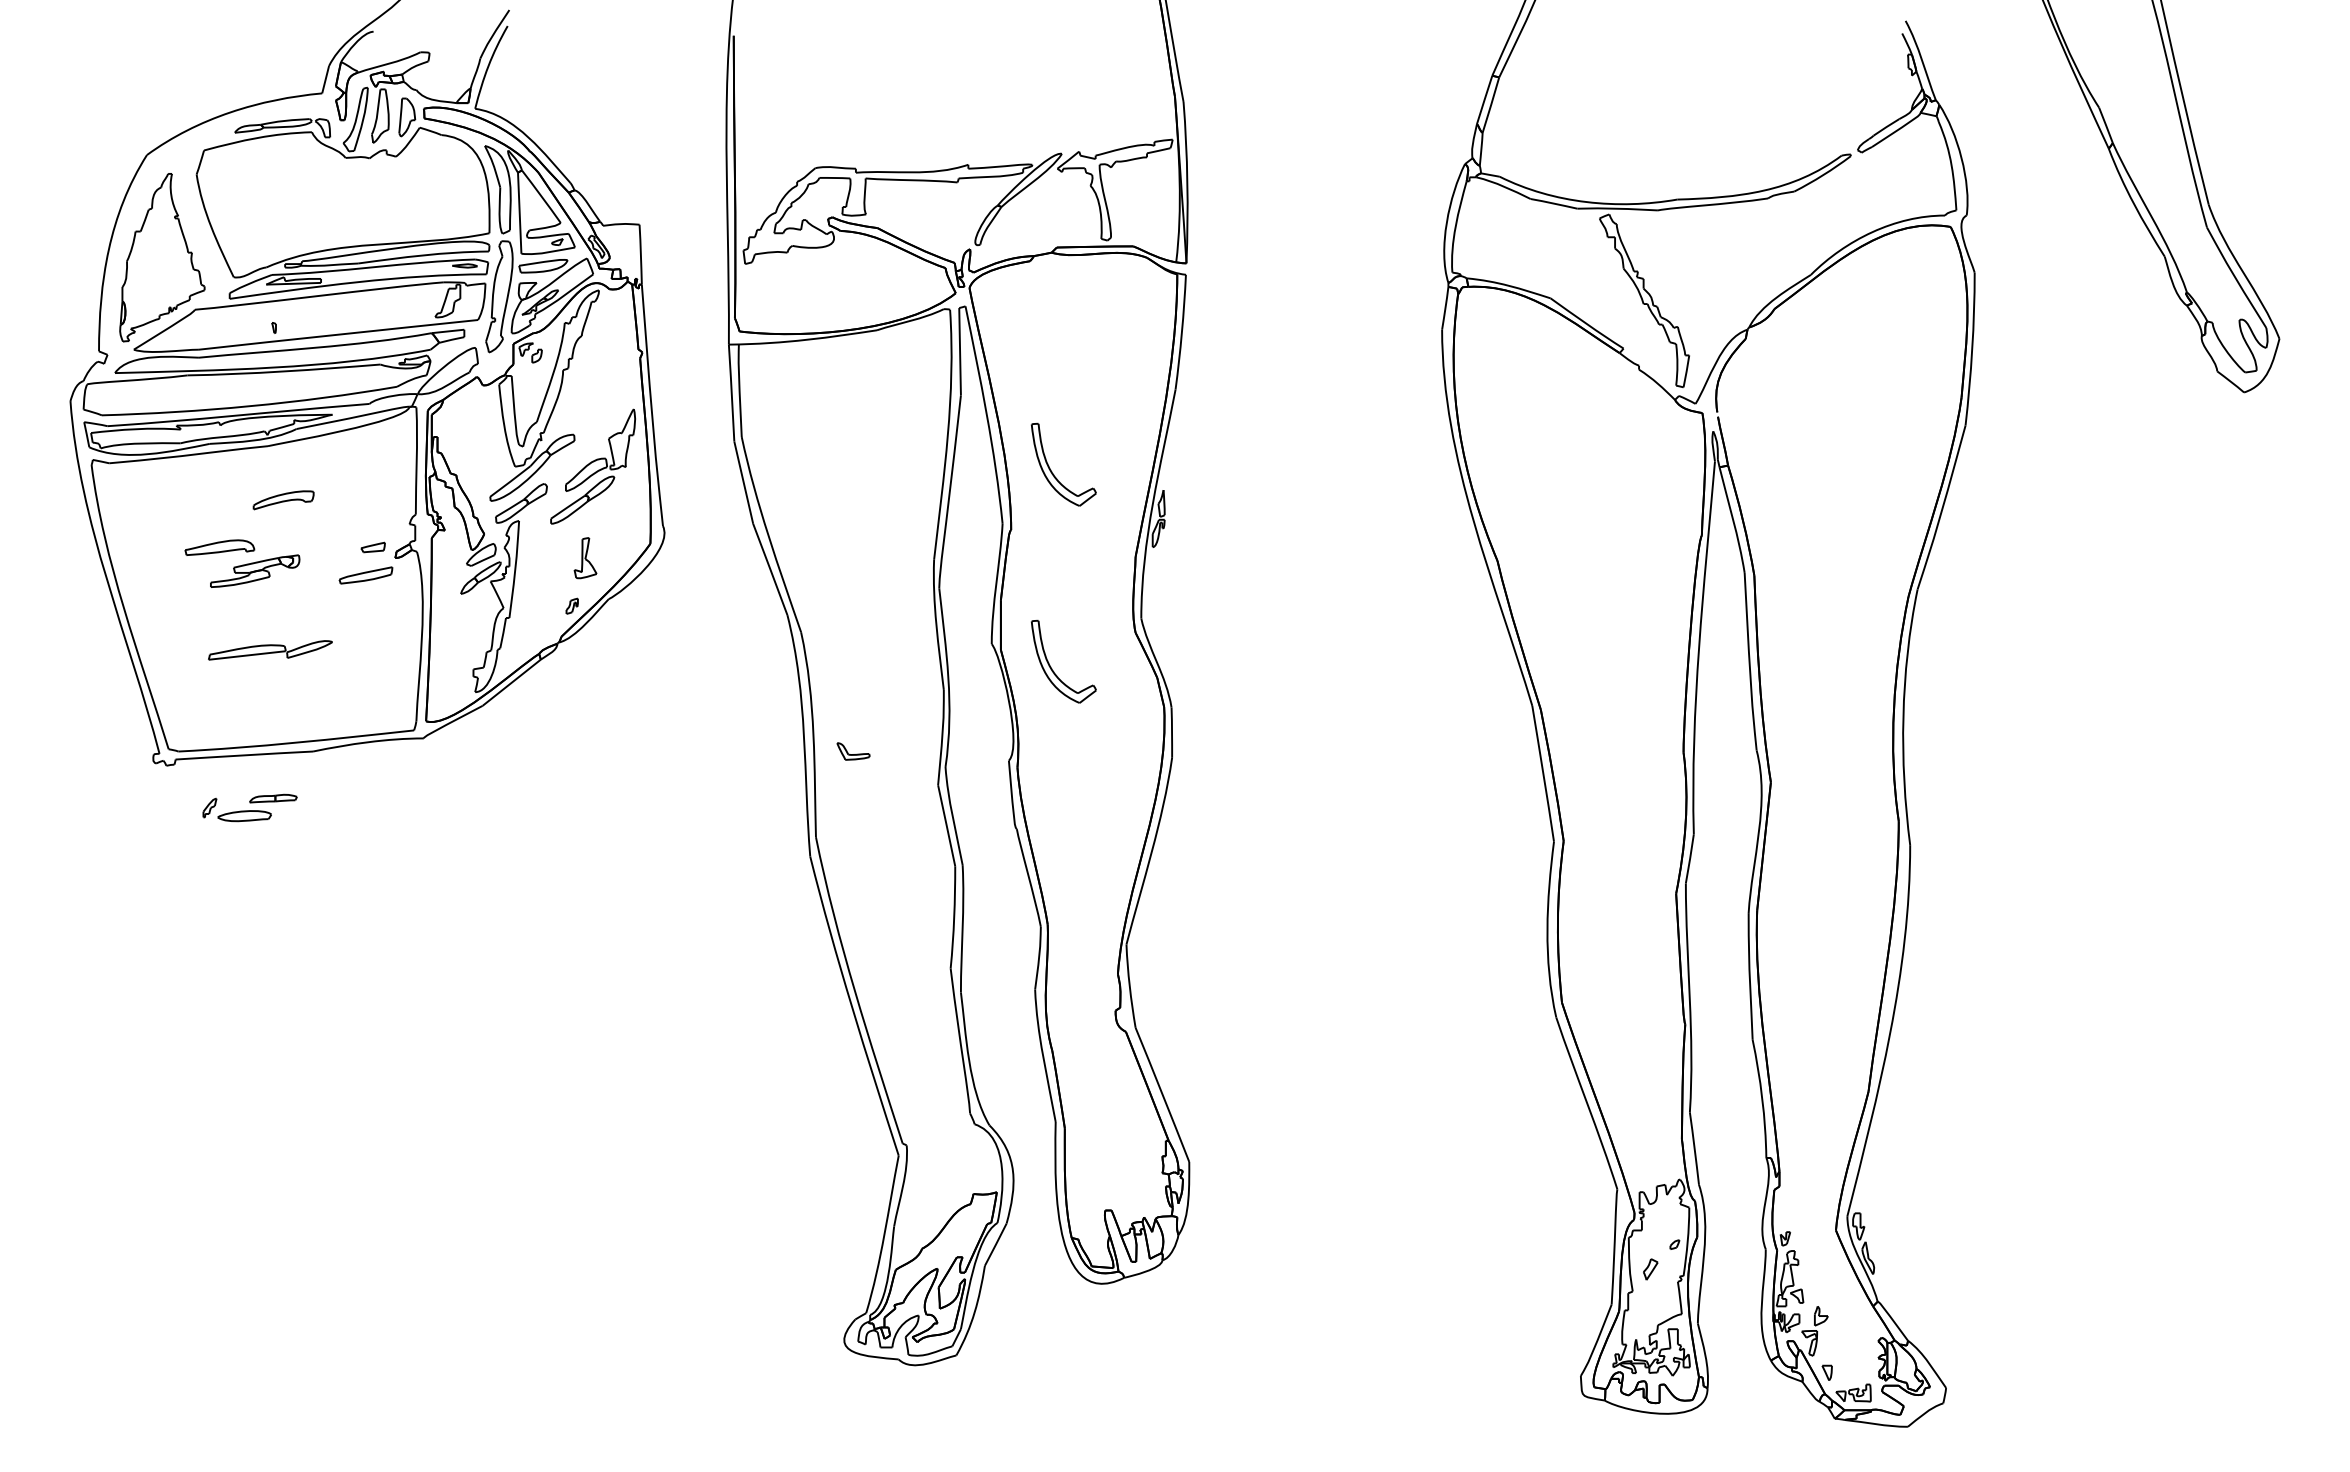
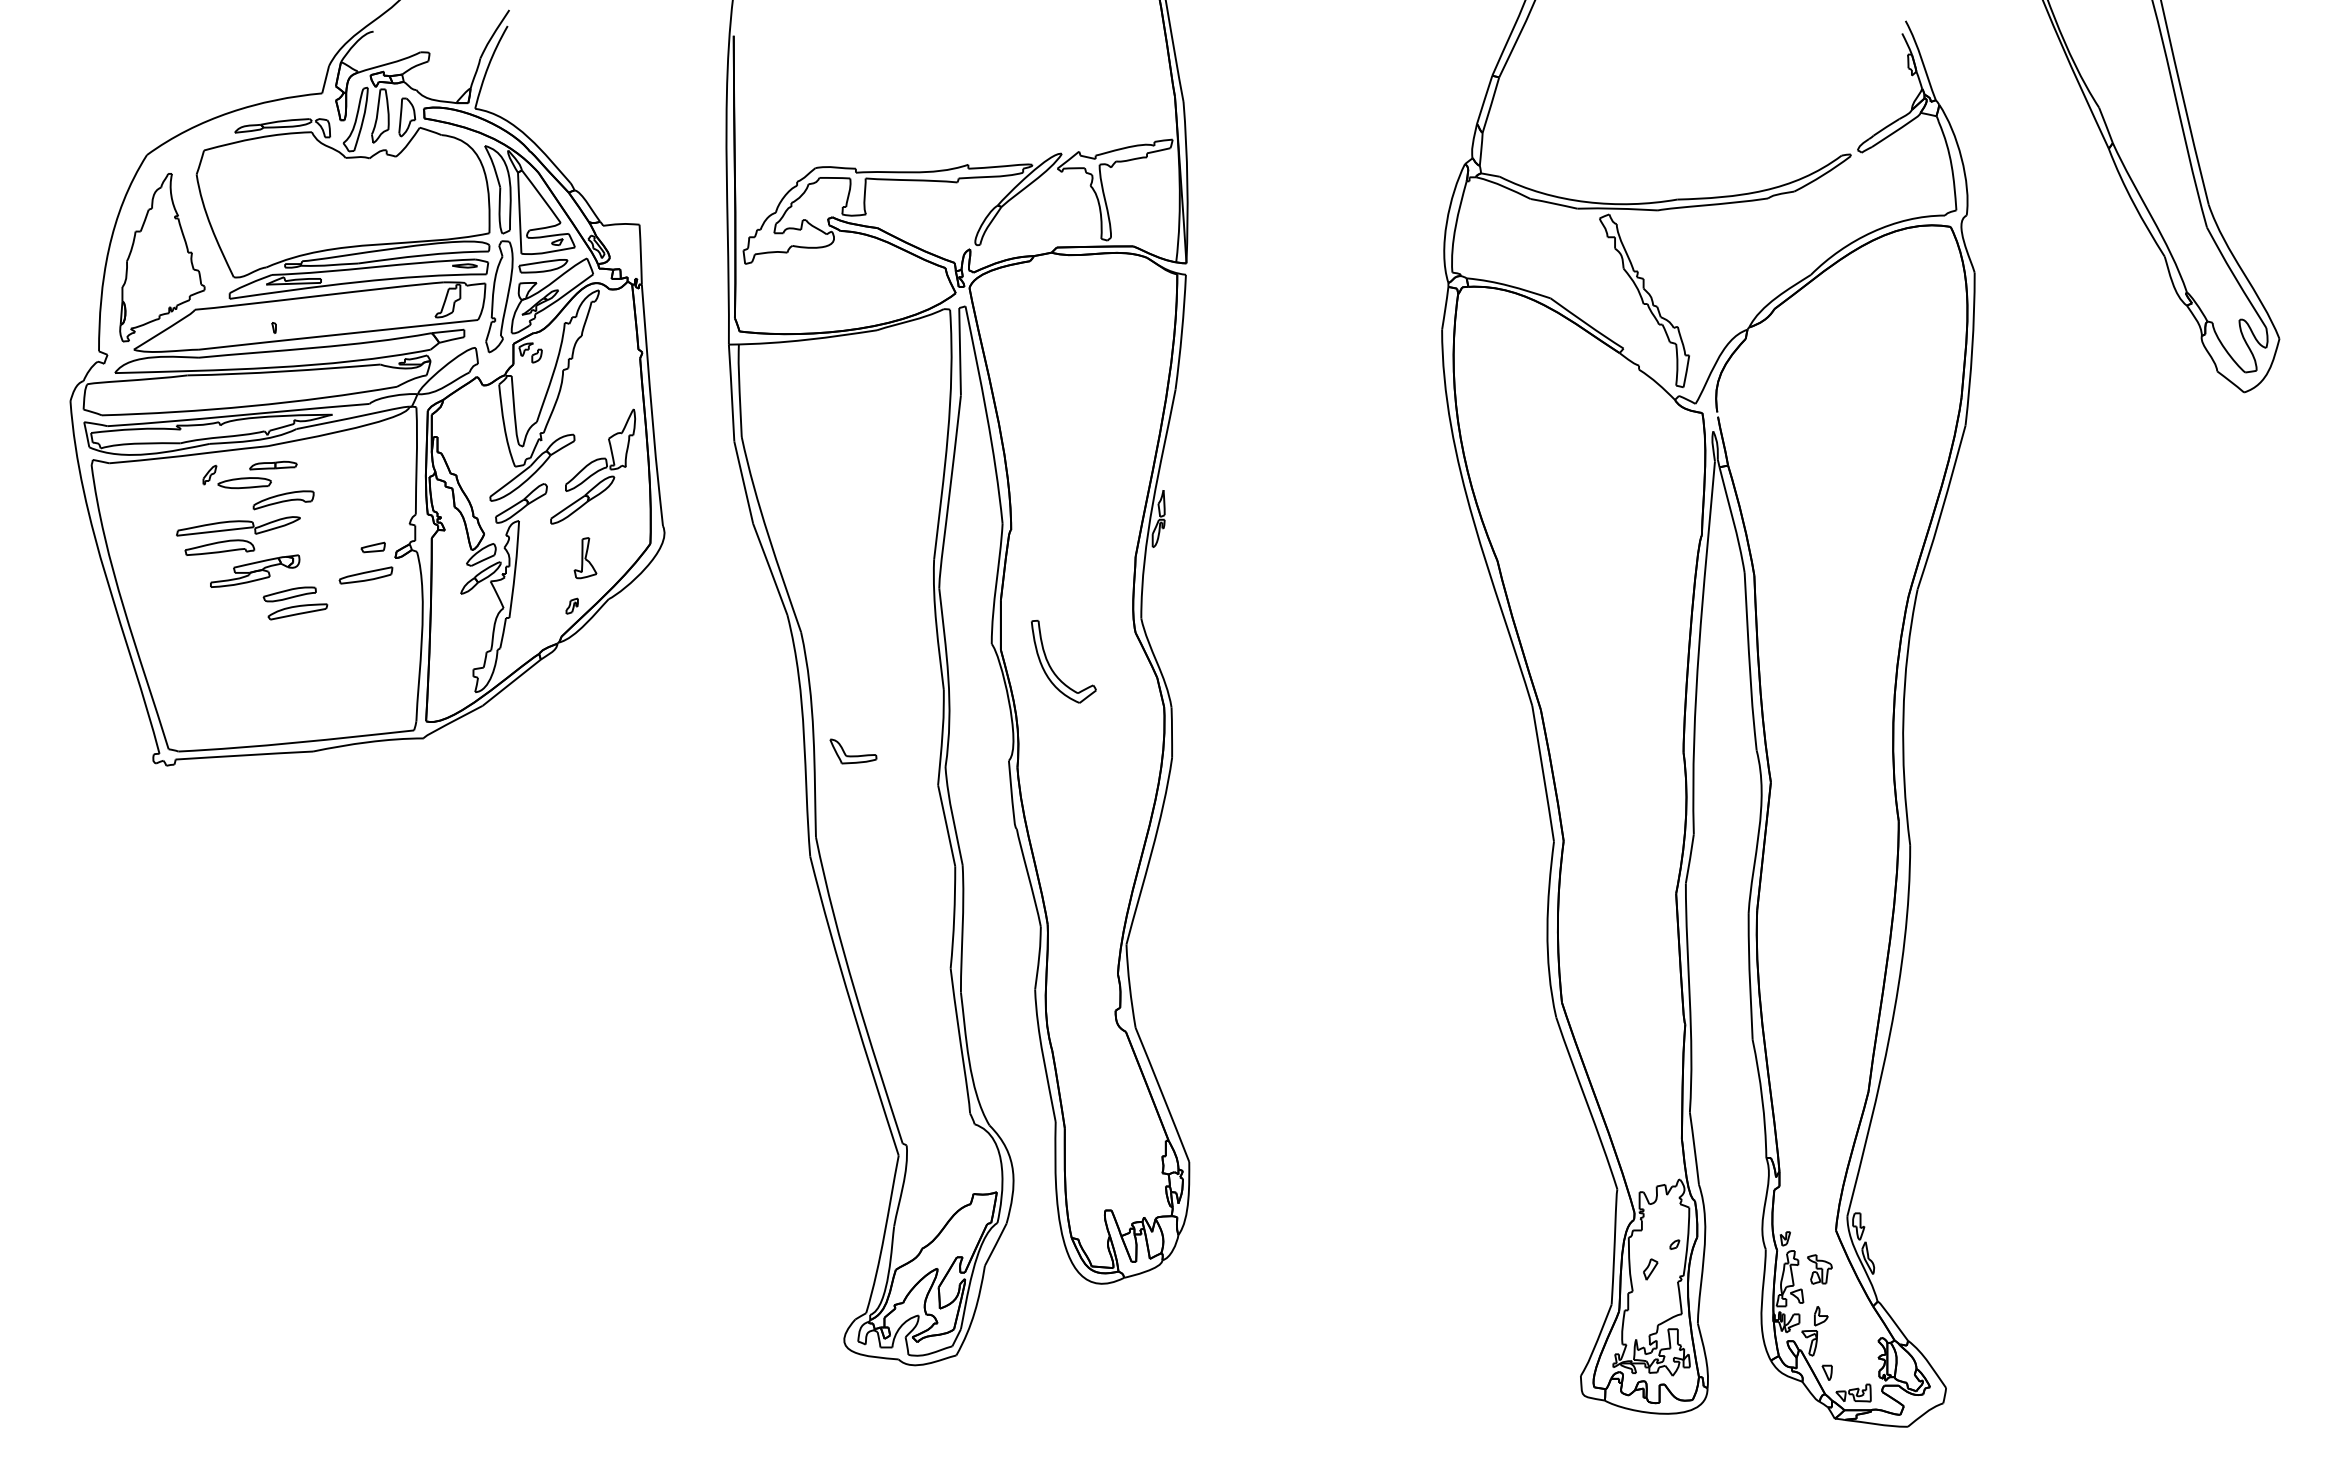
part at (1052, 471): present -> none
part at (295, 603): none -> present
part at (270, 650) position: (270, 650) -> (238, 526)
part at (853, 751) size: 35x19 px -> 49x27 px
part at (249, 807) position: (249, 807) -> (249, 474)
part at (1819, 1269): none -> present
